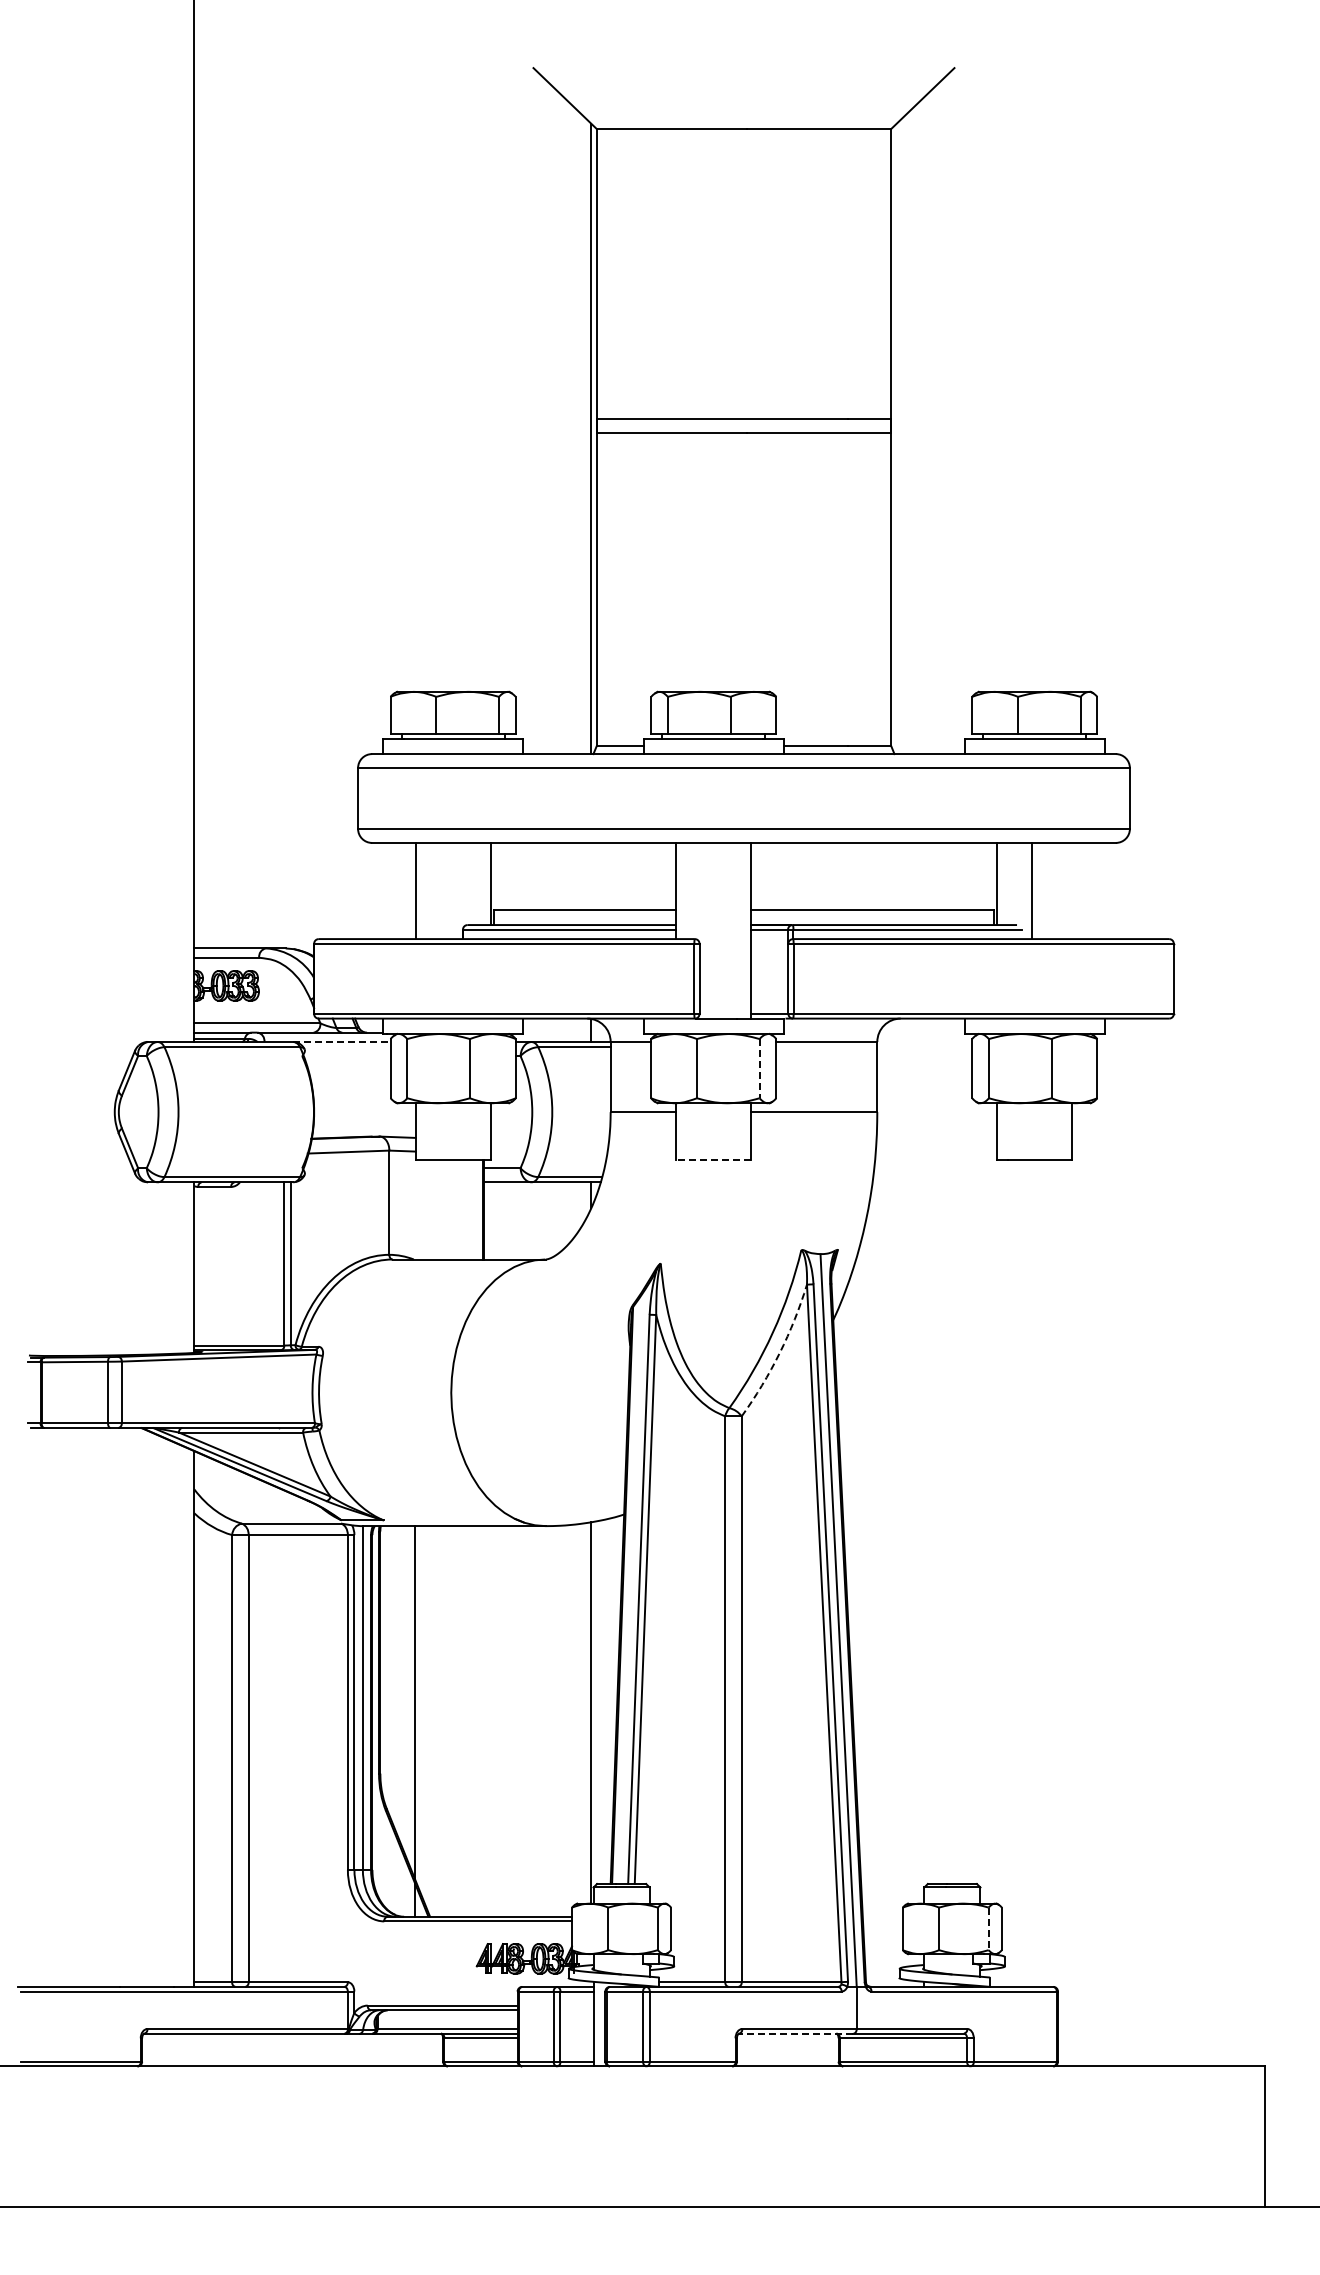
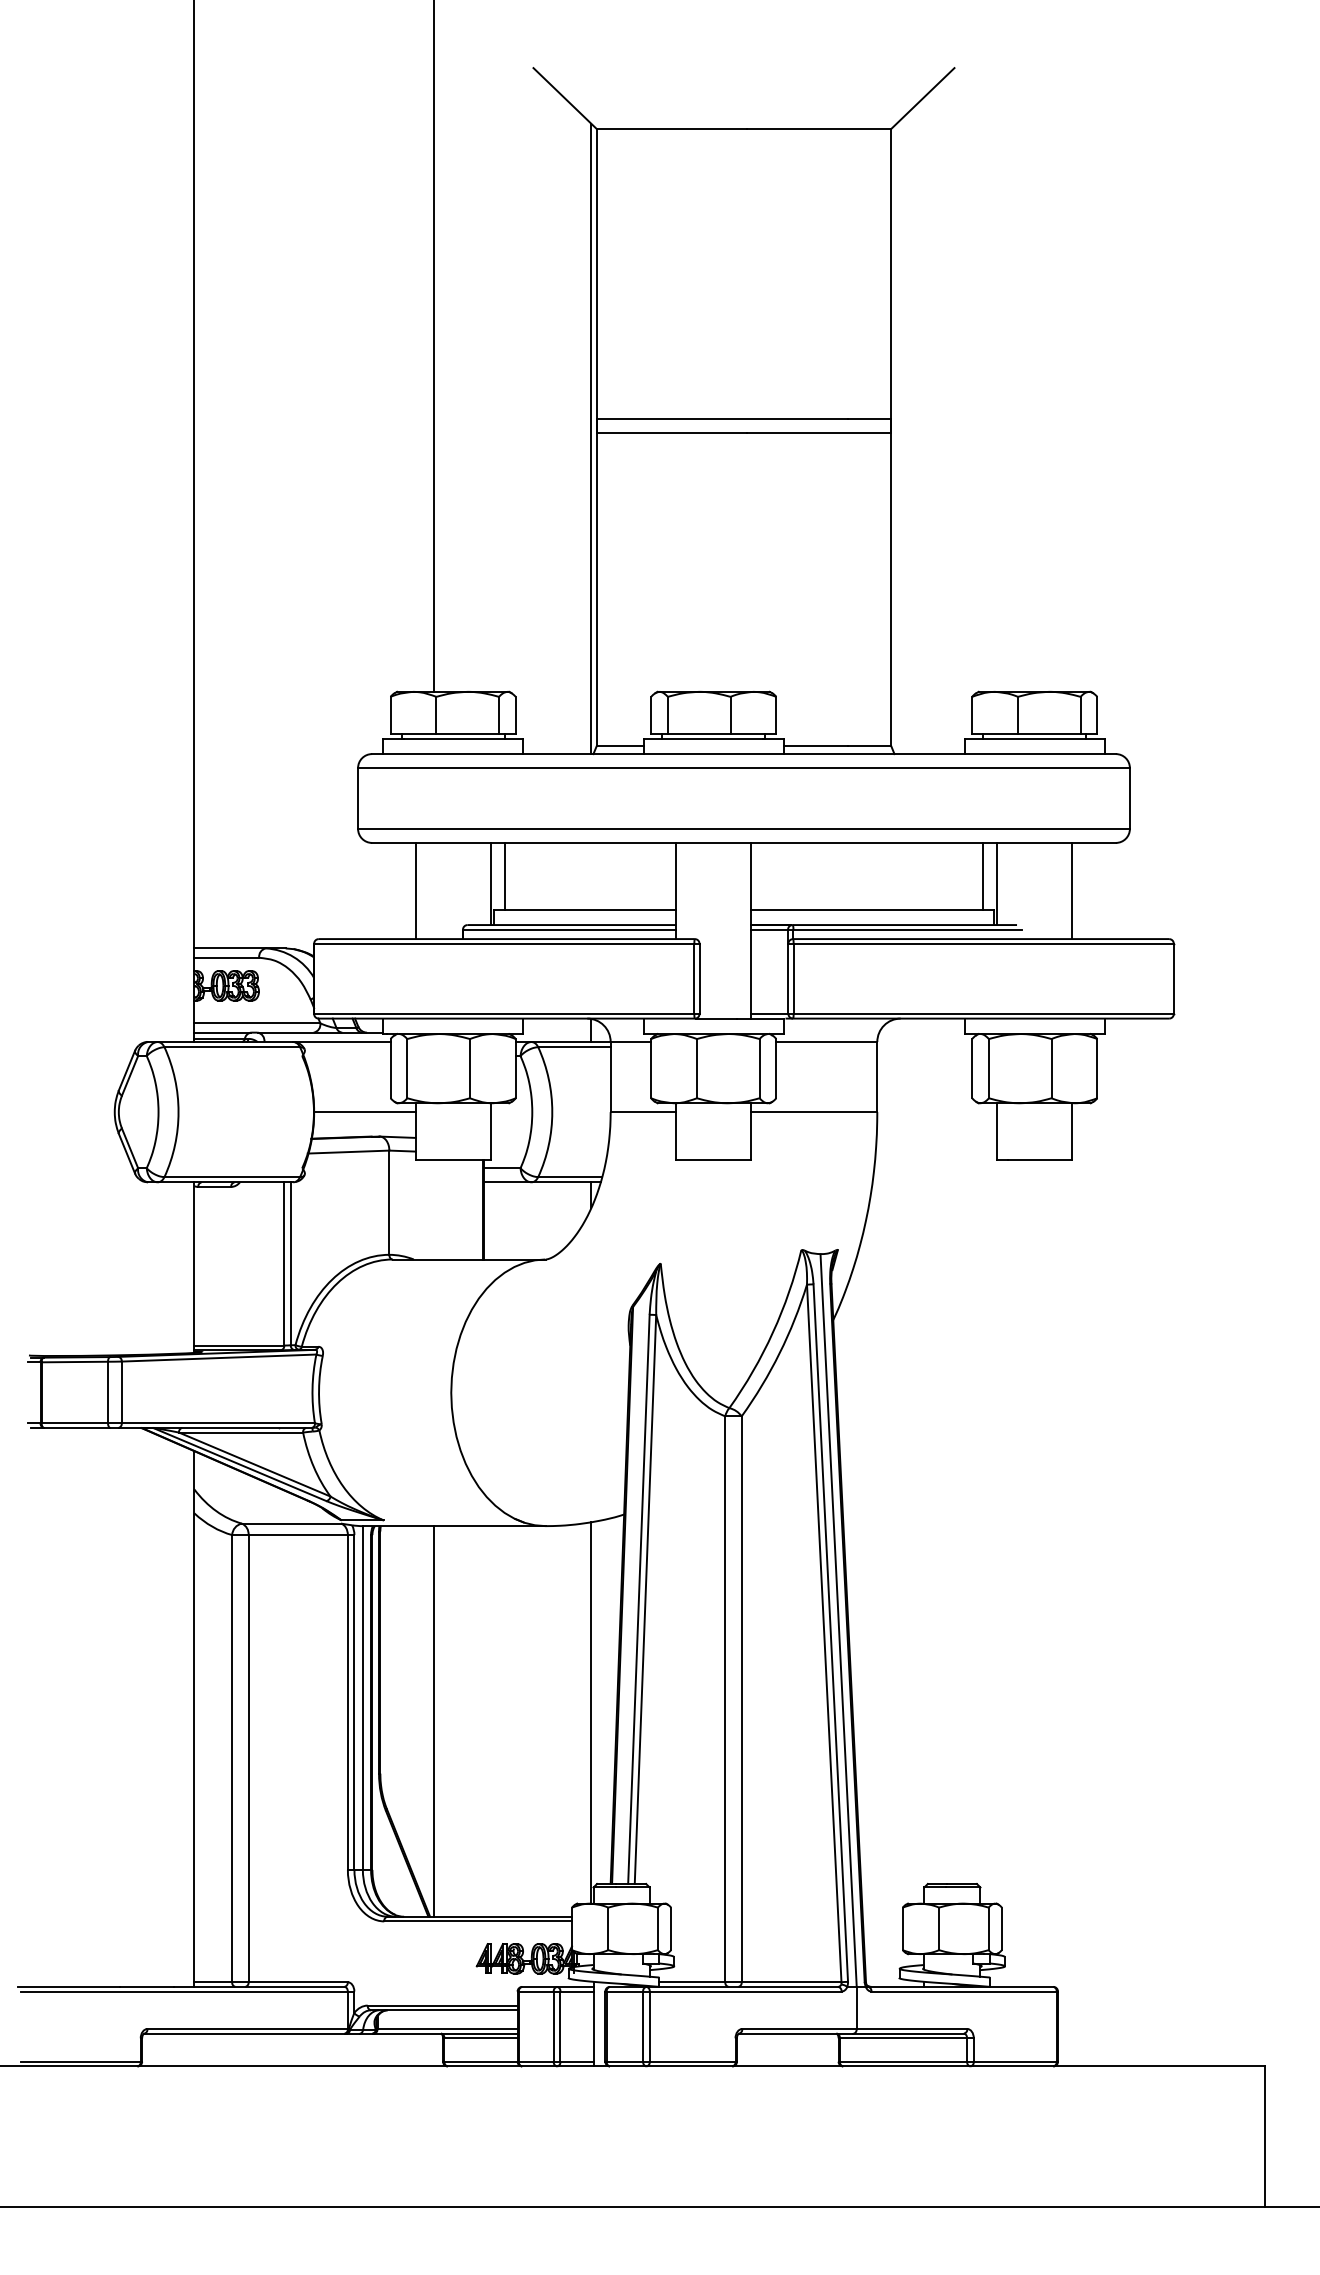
line at (433, 346): none -> present
line at (505, 876): none -> present
line at (982, 876): none -> present
line at (1032, 890) position: (1032, 890) -> (1072, 890)
line at (341, 1041): dashed -> solid
line at (759, 1068): dashed -> solid
line at (364, 1112): none -> present
line at (713, 1159): dashed -> solid
arc at (779, 1353): dashed -> solid
line at (414, 1721) position: (414, 1721) -> (433, 1721)
line at (988, 1929): dashed -> solid
line at (795, 2033): dashed -> solid
